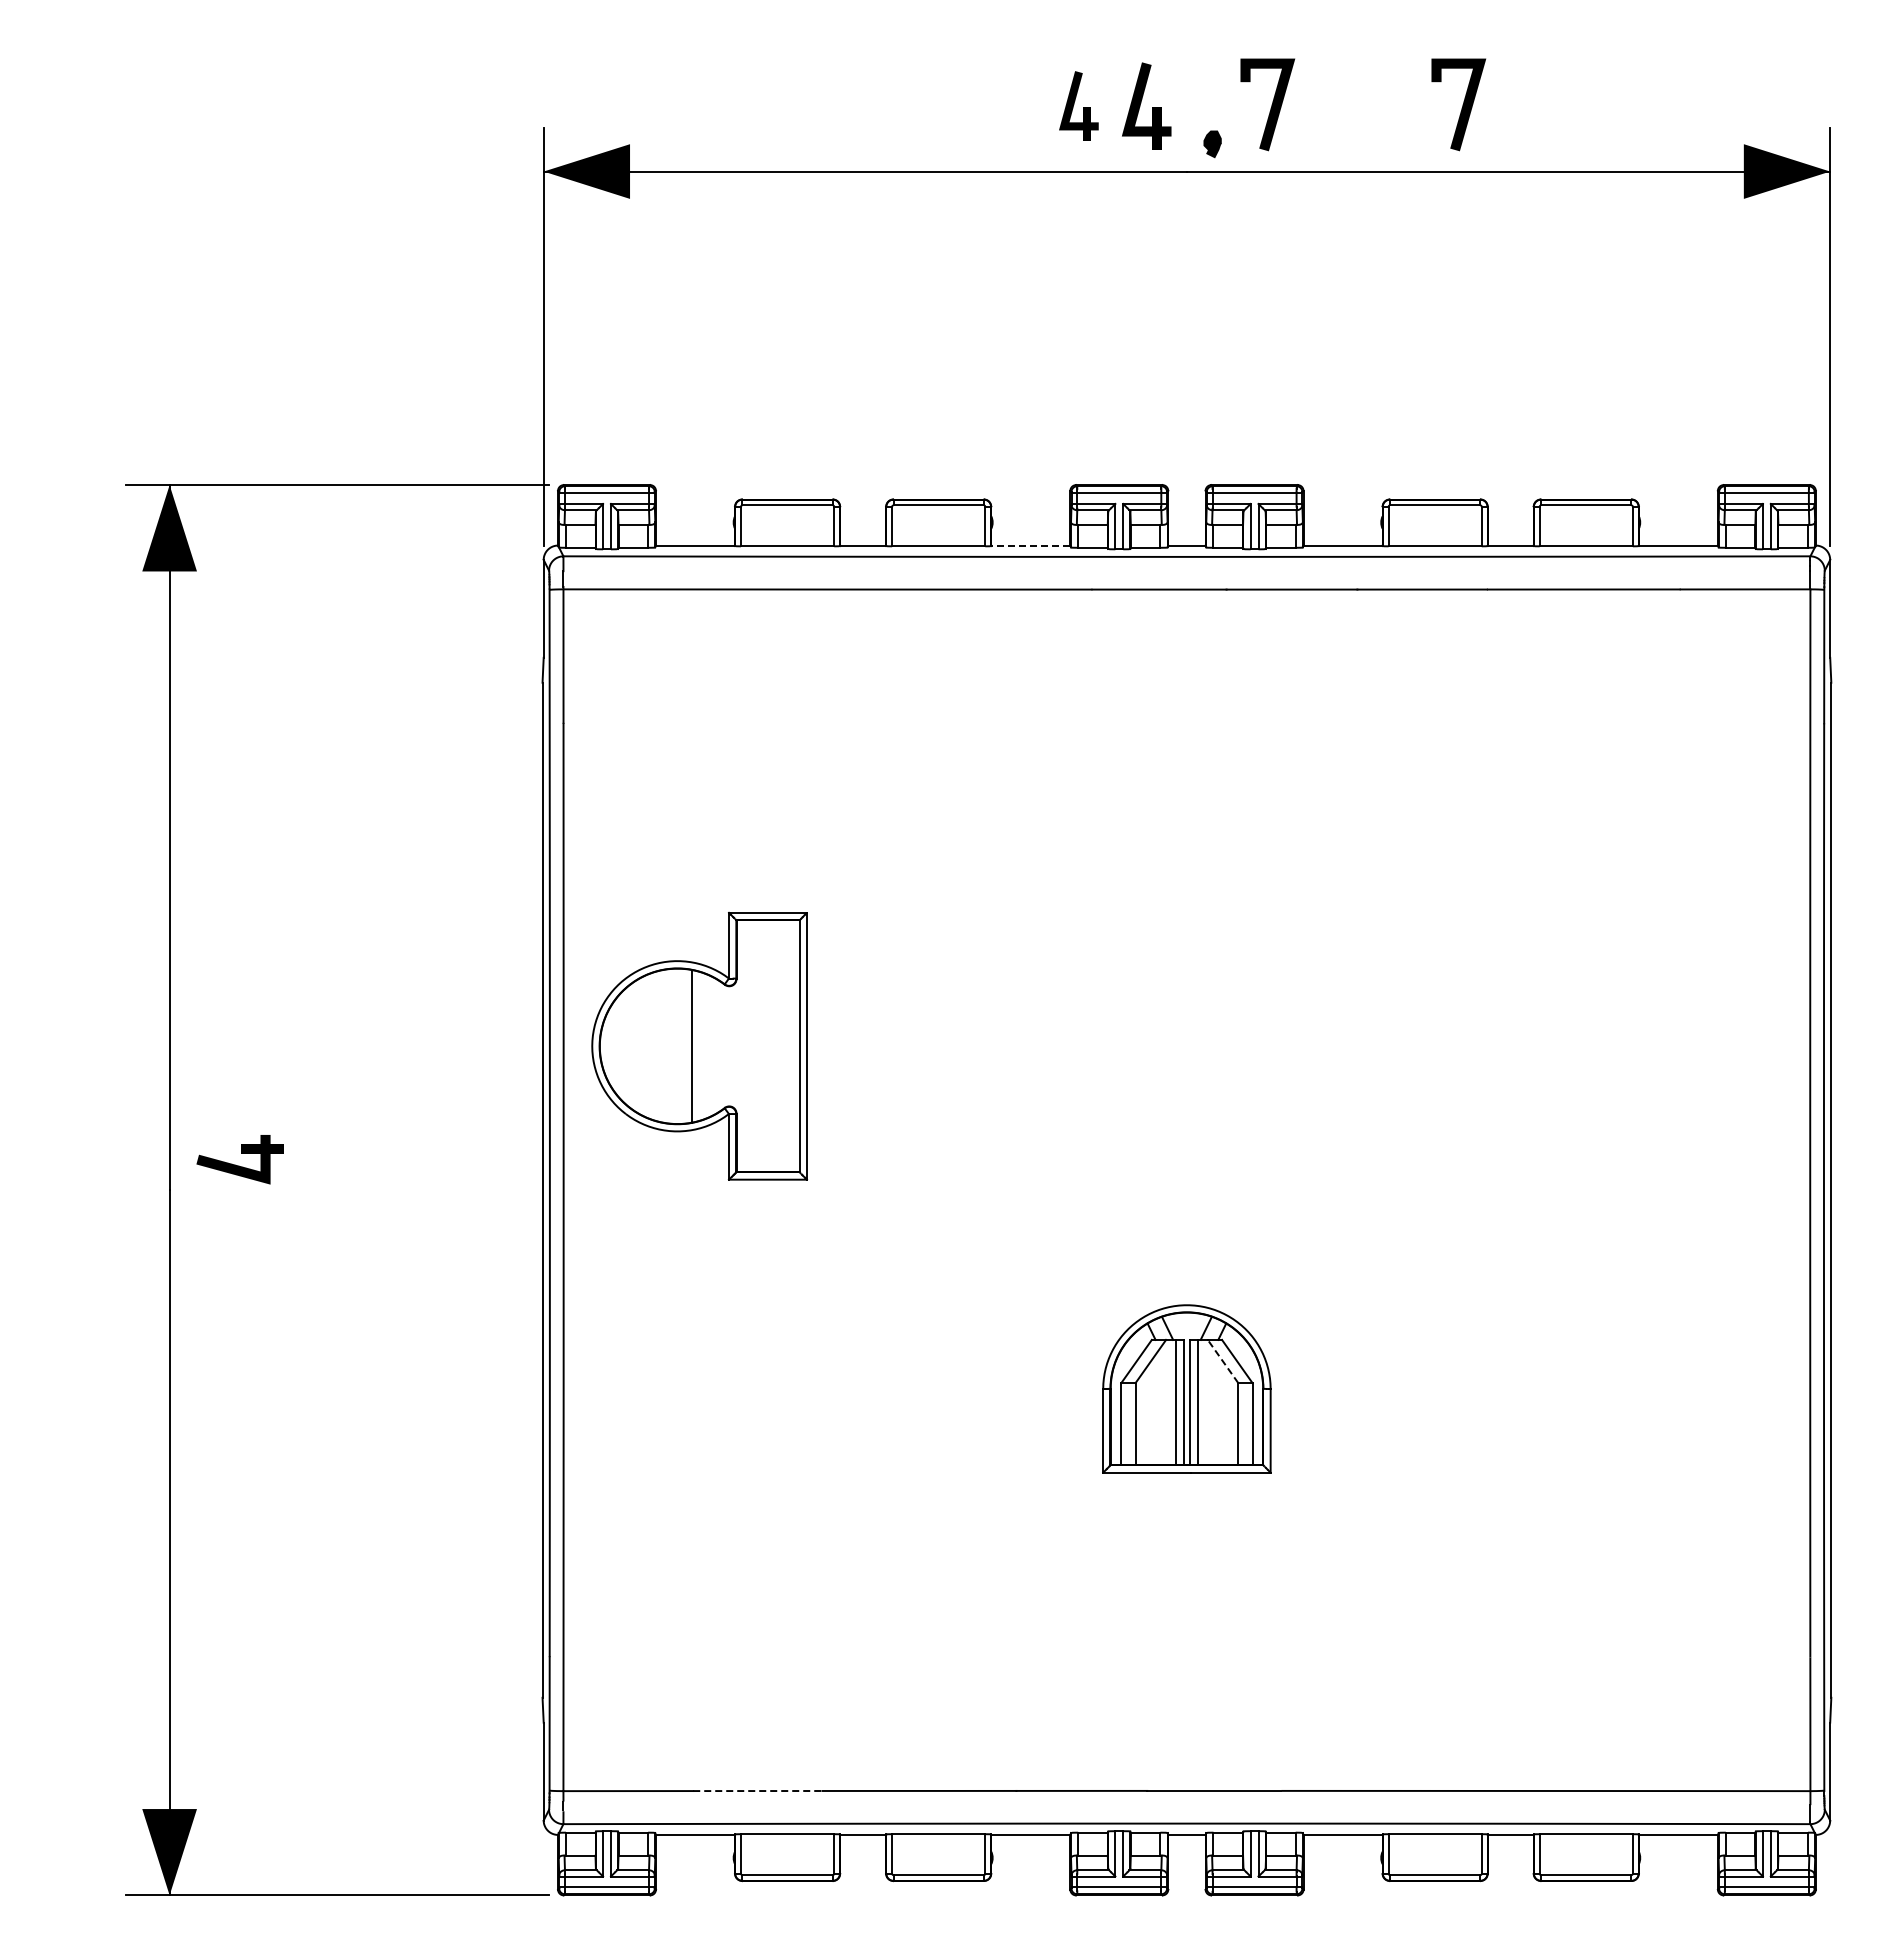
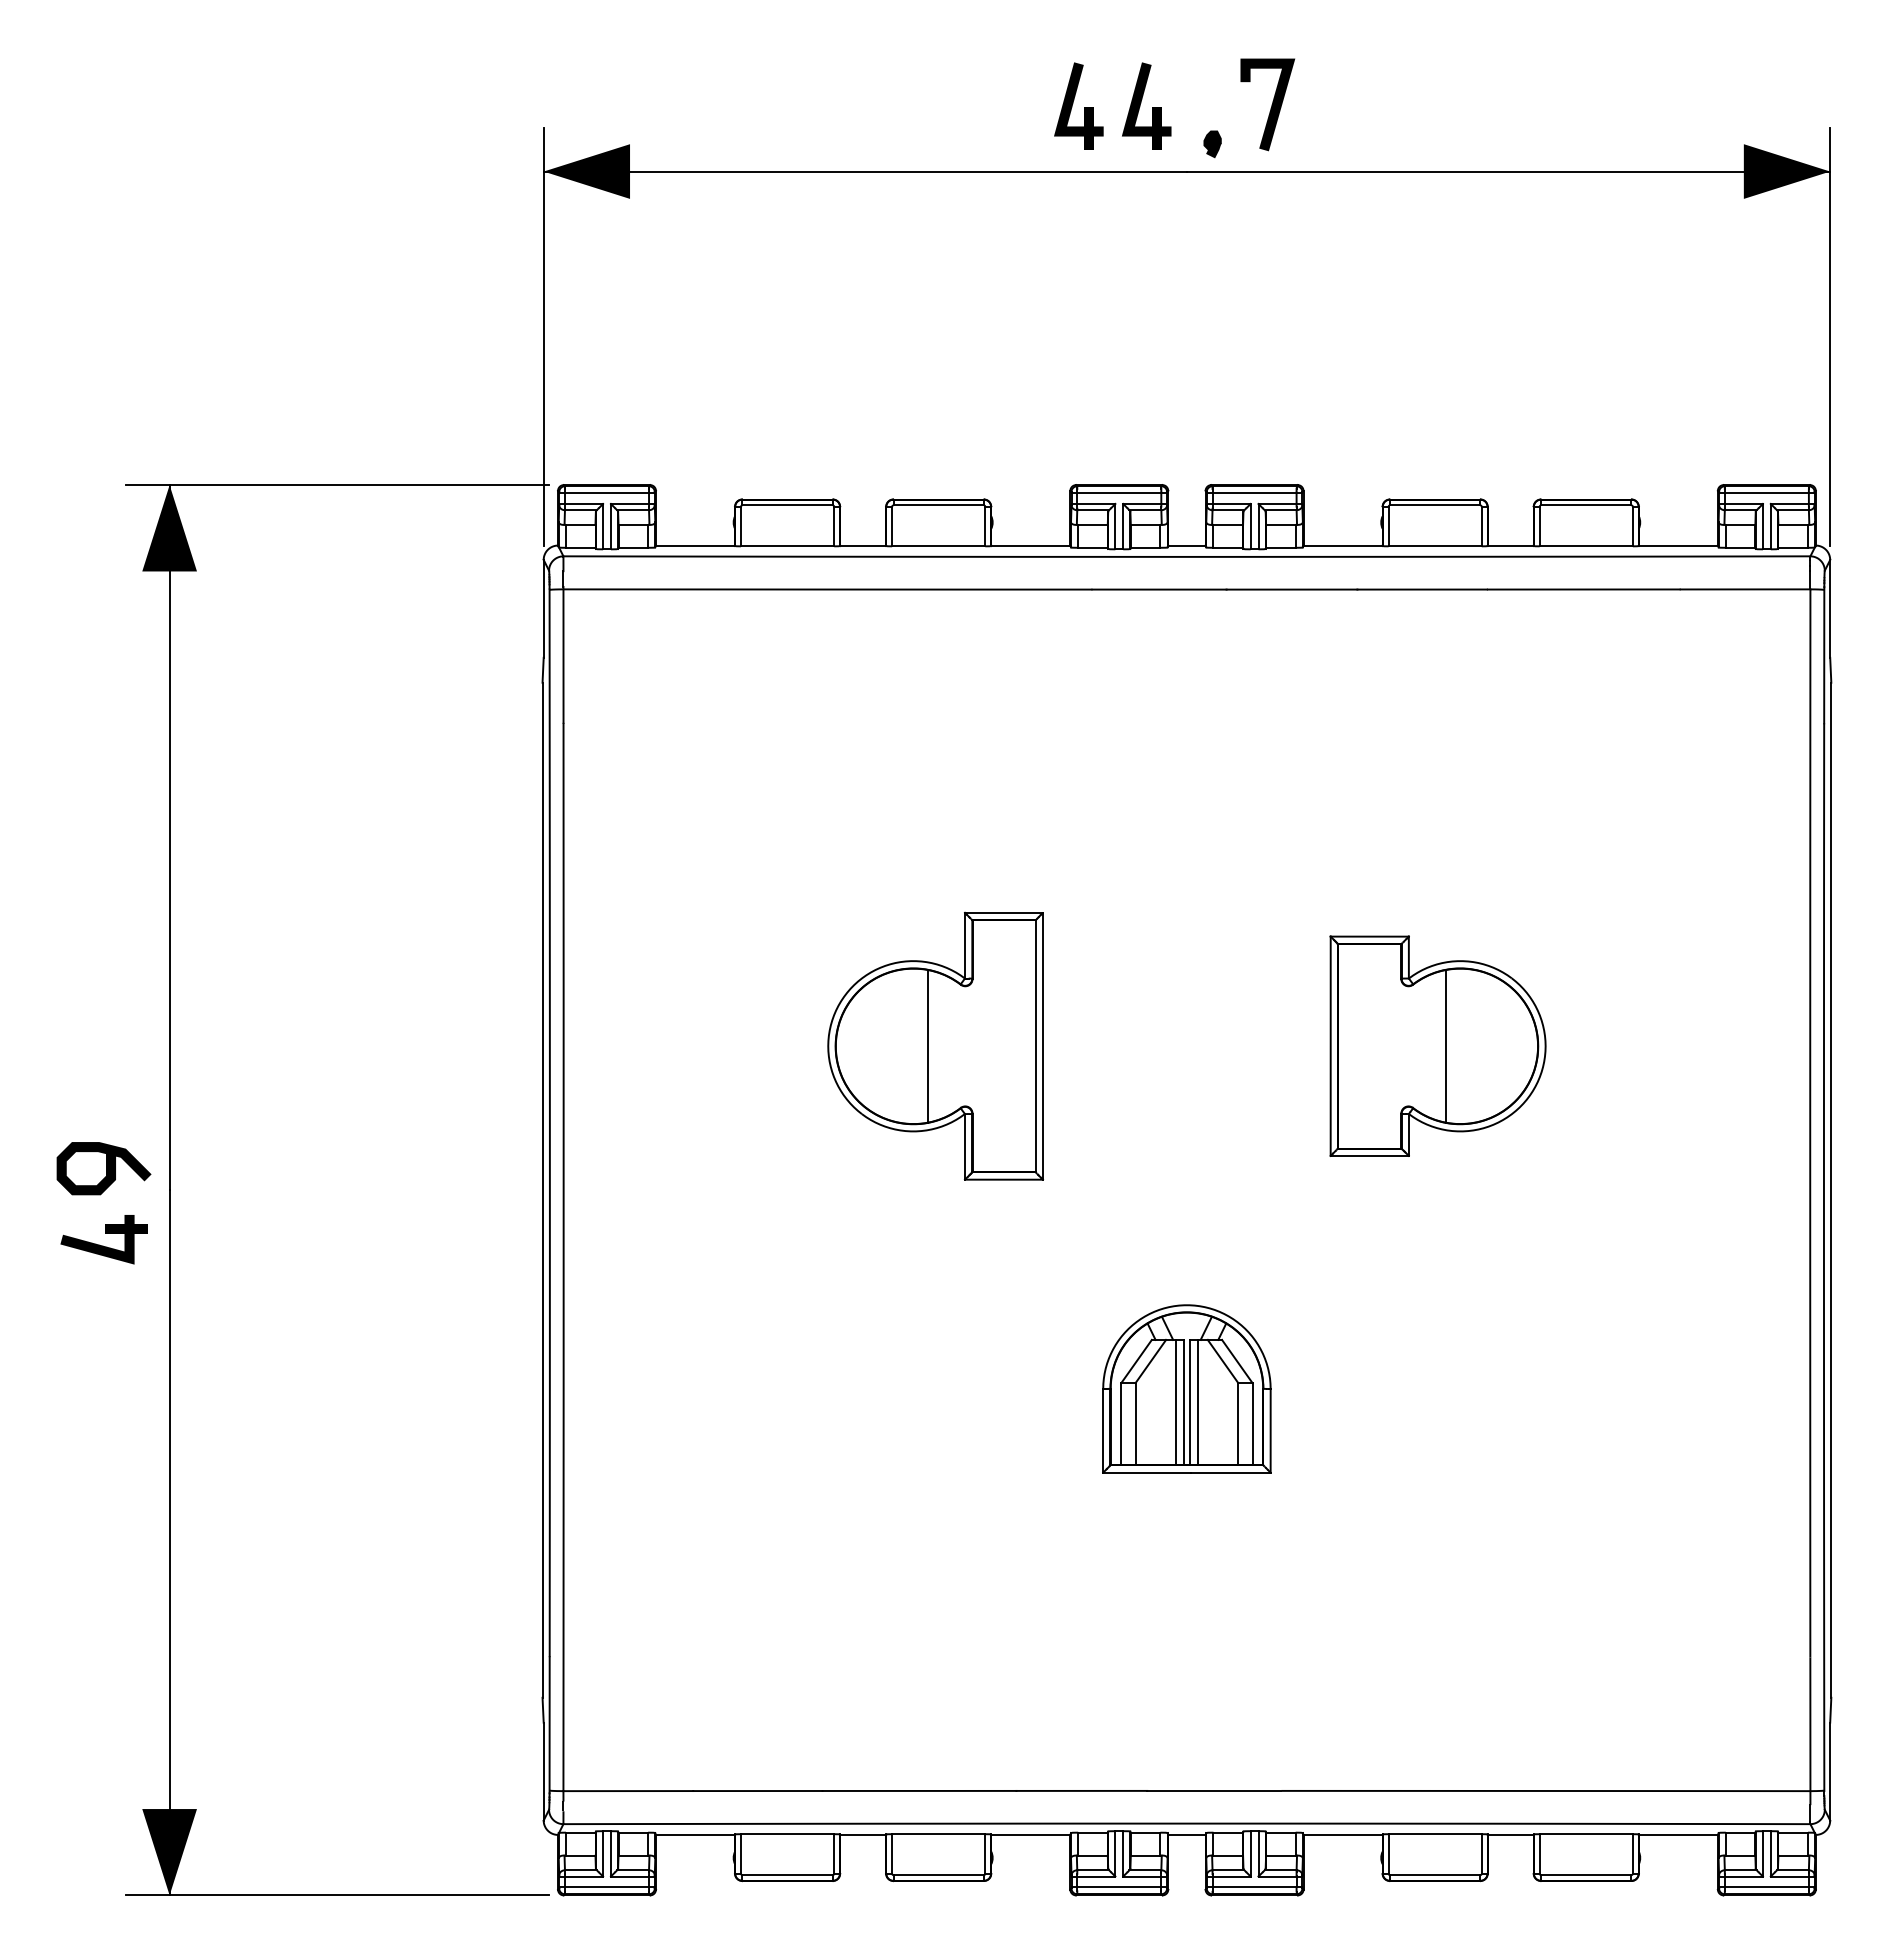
line at (1462, 104): present -> none
part at (1078, 105) size: 40x70 px -> 50x88 px
line at (1030, 545): dashed -> solid
part at (699, 1045) position: (699, 1045) -> (935, 1045)
part at (1437, 1045): none -> present
part at (239, 1159) position: (239, 1159) -> (103, 1239)
curve at (106, 1168): none -> present
line at (1222, 1361): dashed -> solid
line at (757, 1791): dashed -> solid
